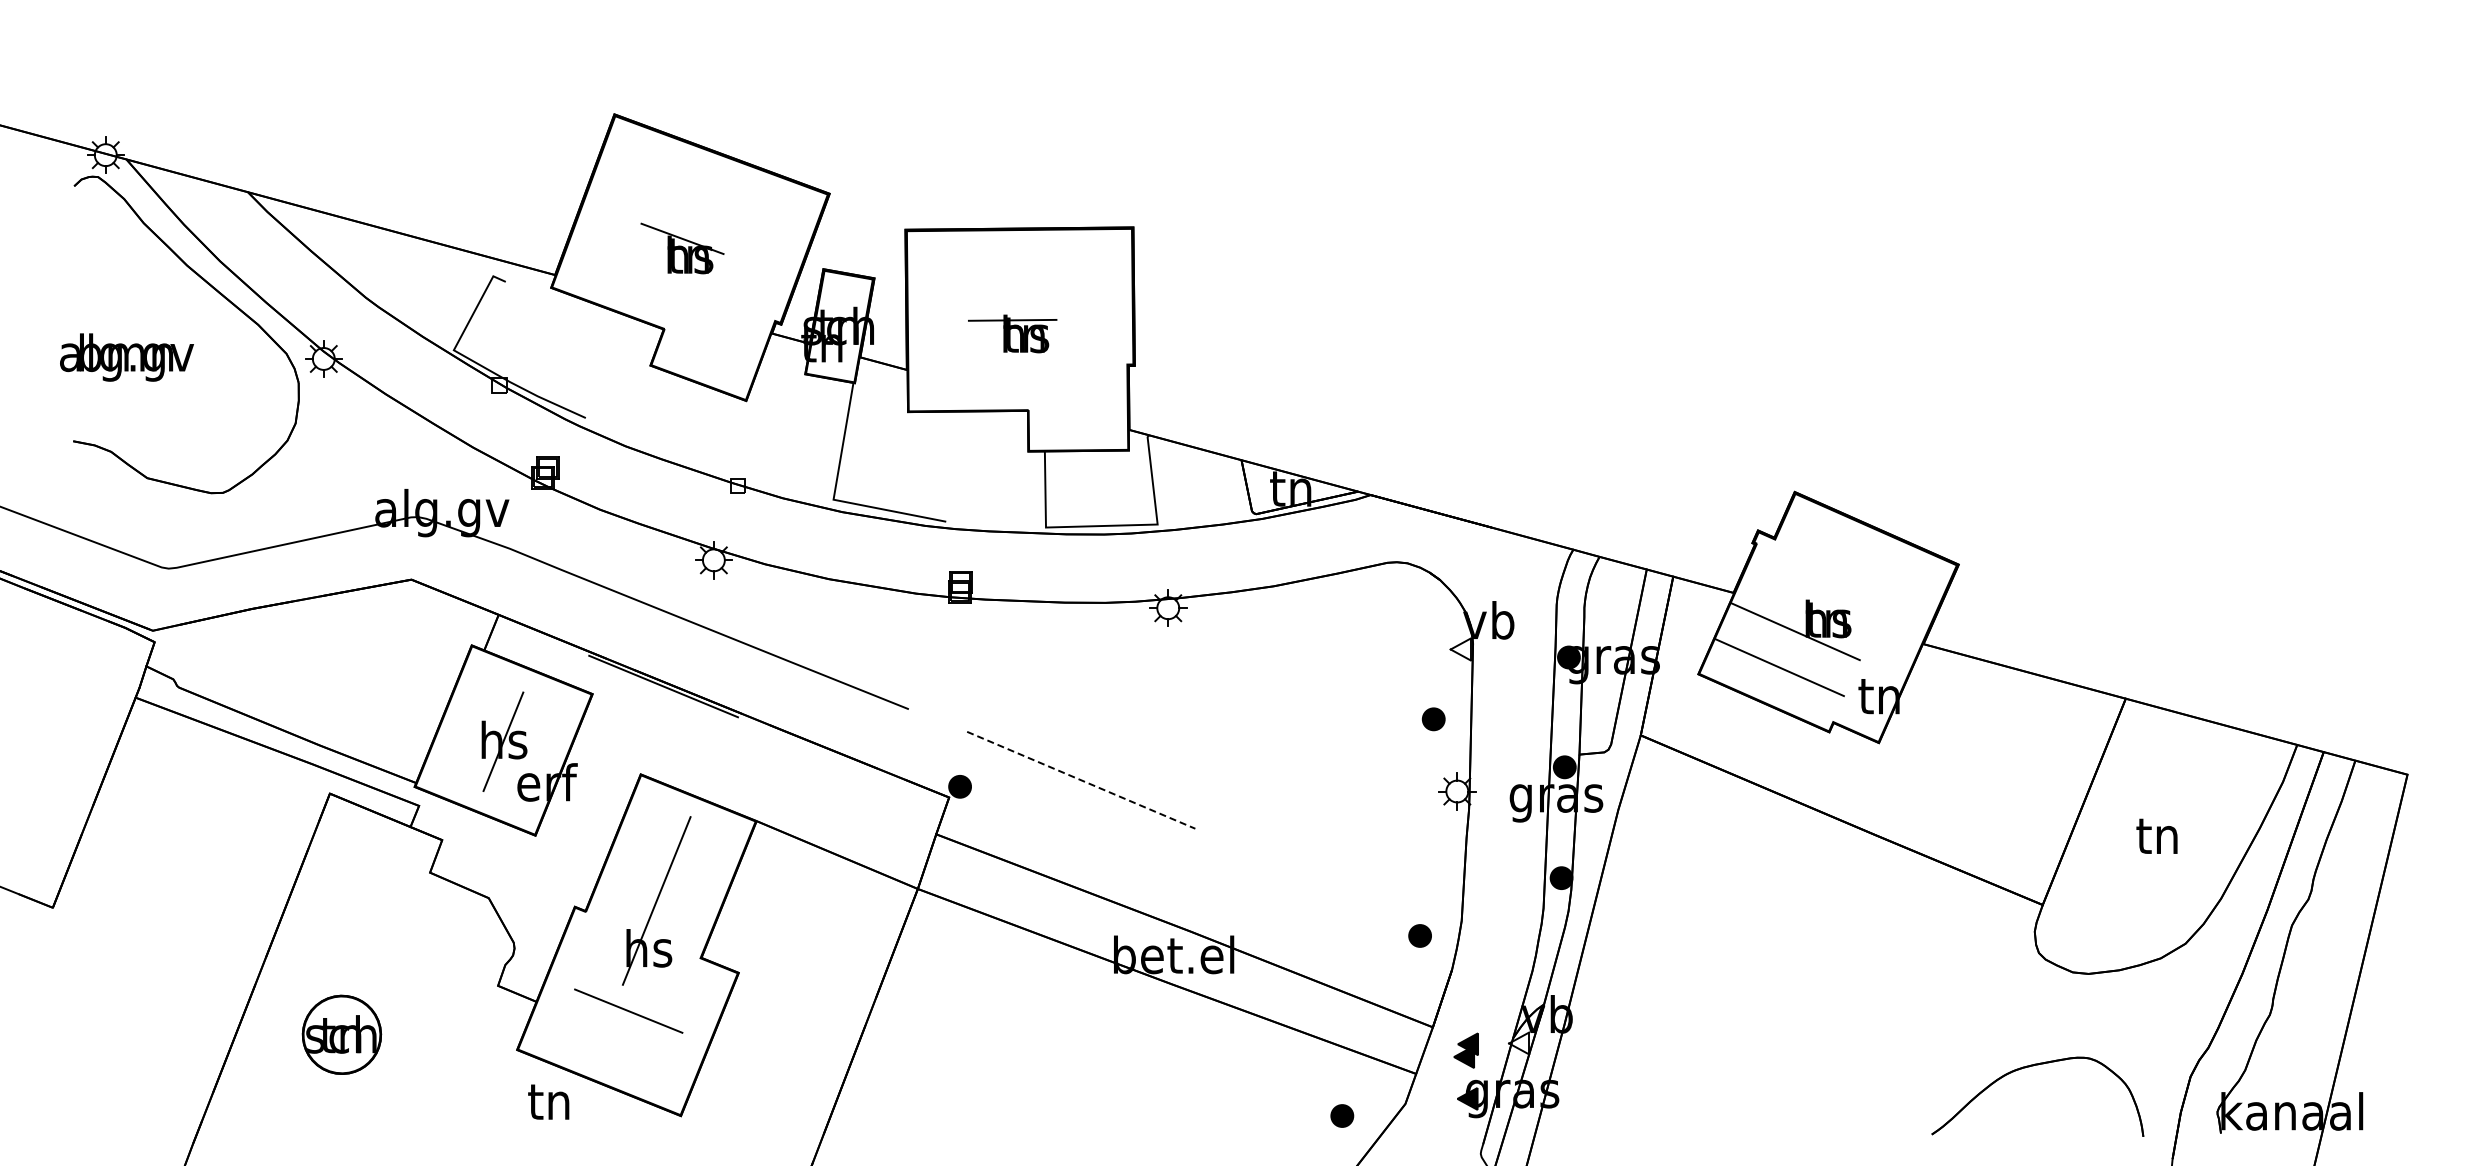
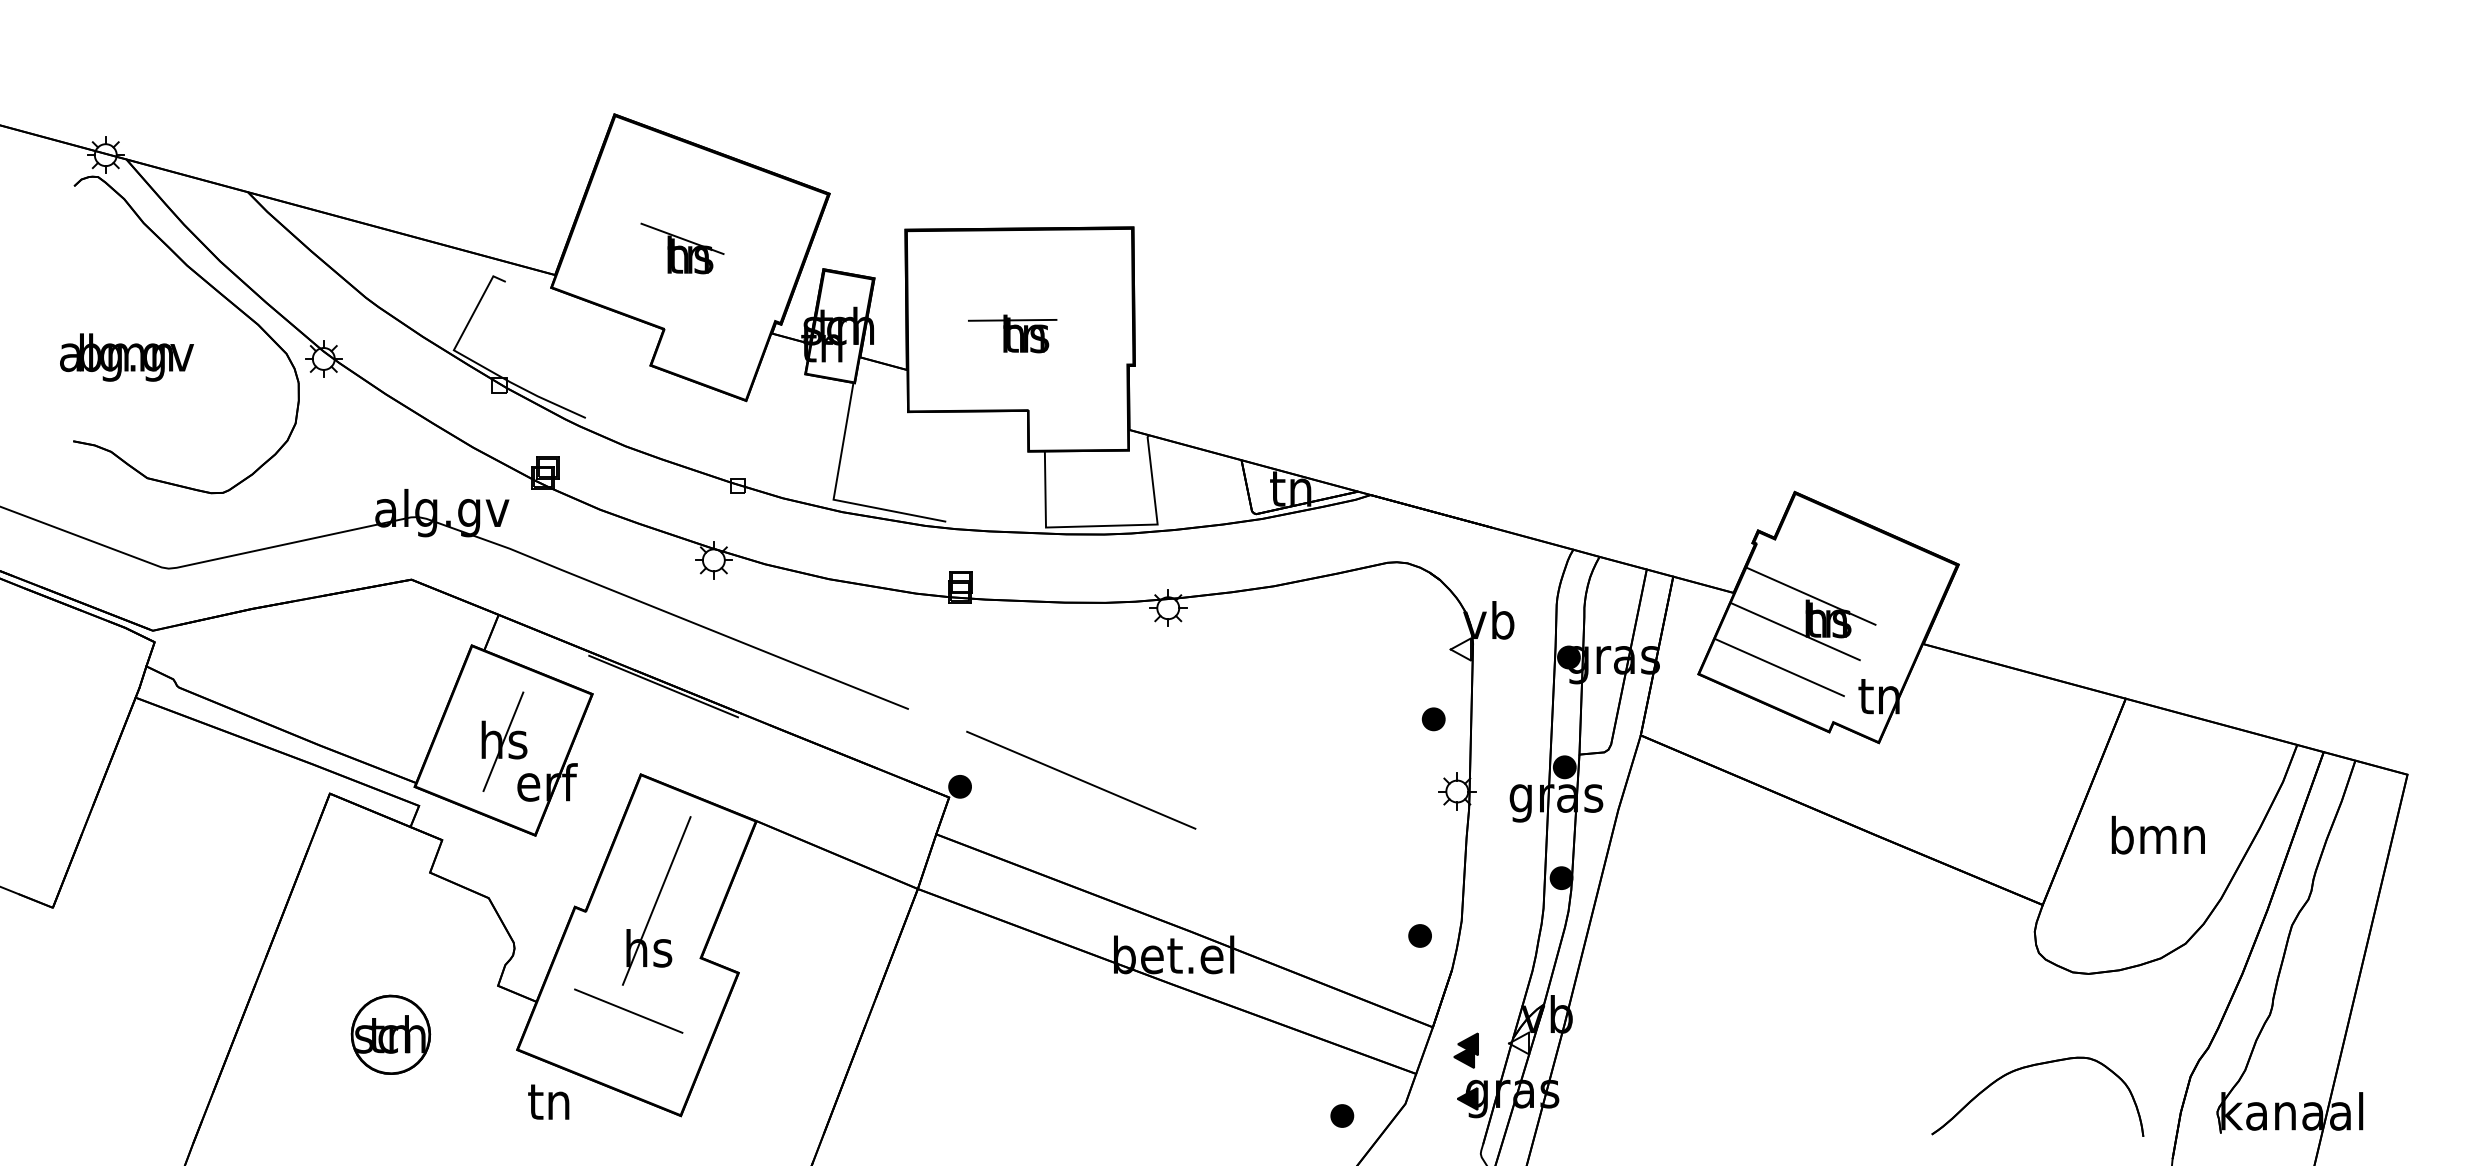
line at (1811, 595): none -> present
line at (1081, 780): dashed -> solid
text at (2157, 834): tn -> bmn
part at (341, 1034) position: (341, 1034) -> (390, 1034)
